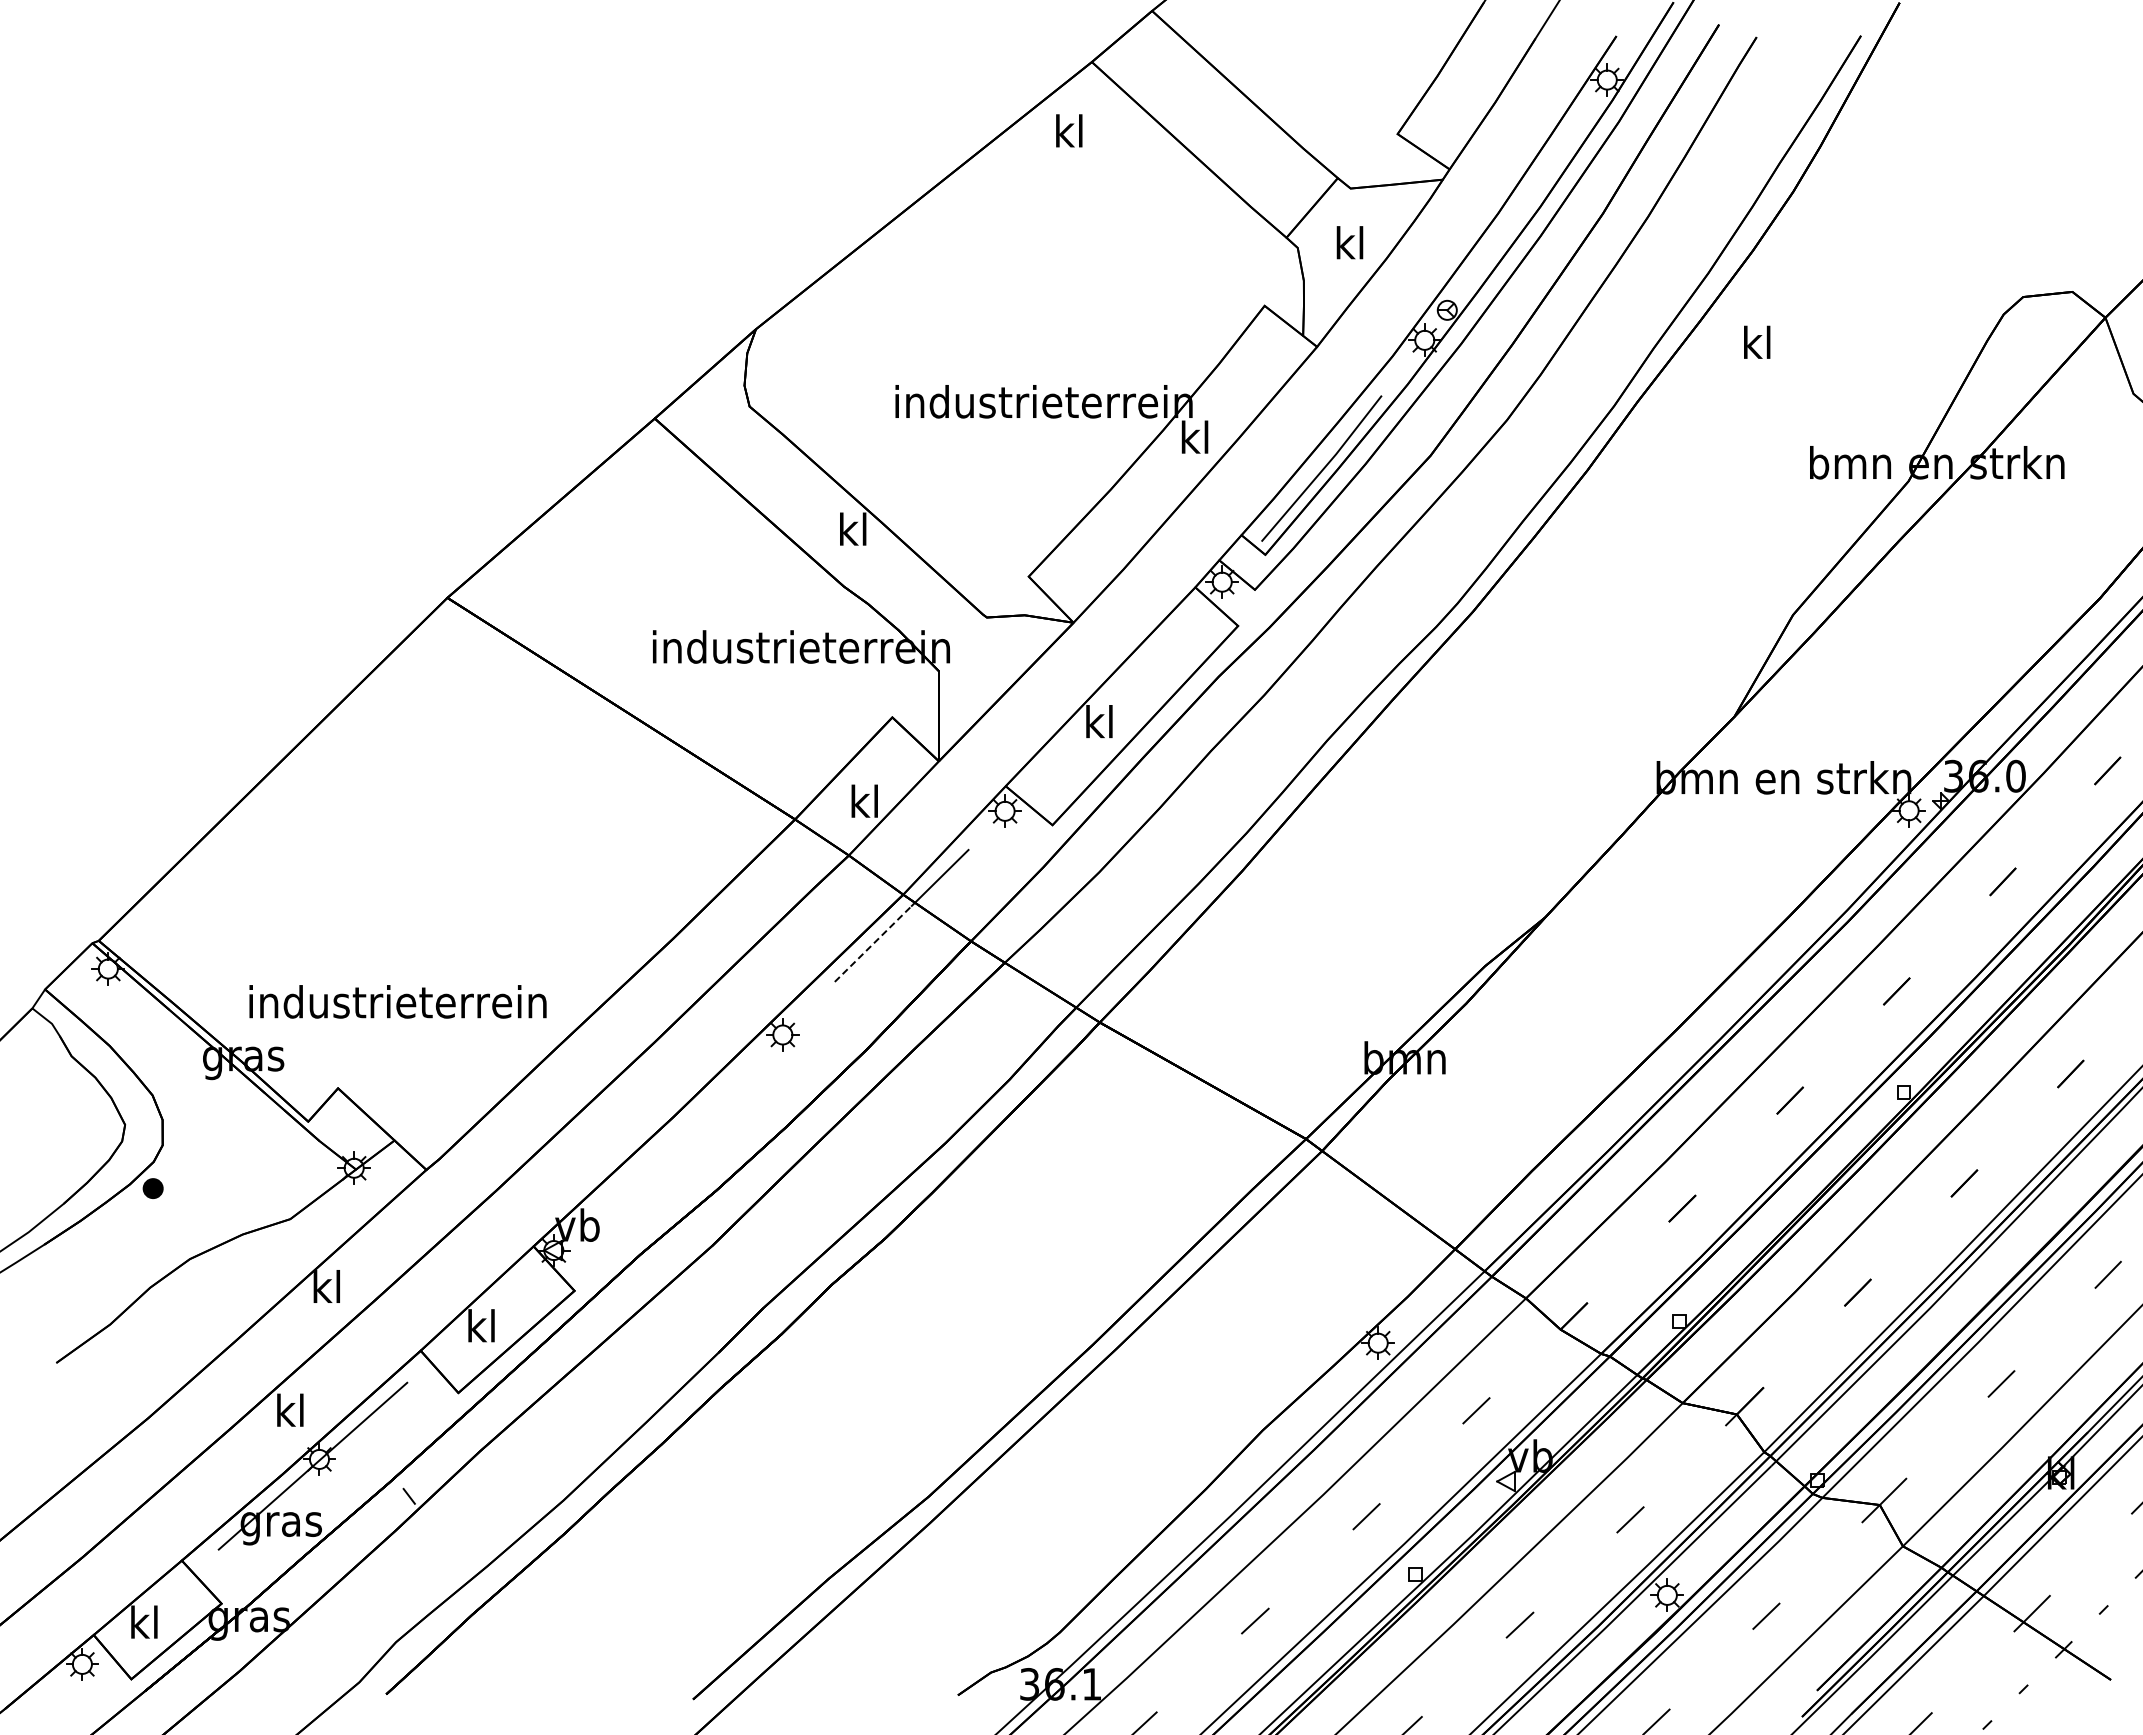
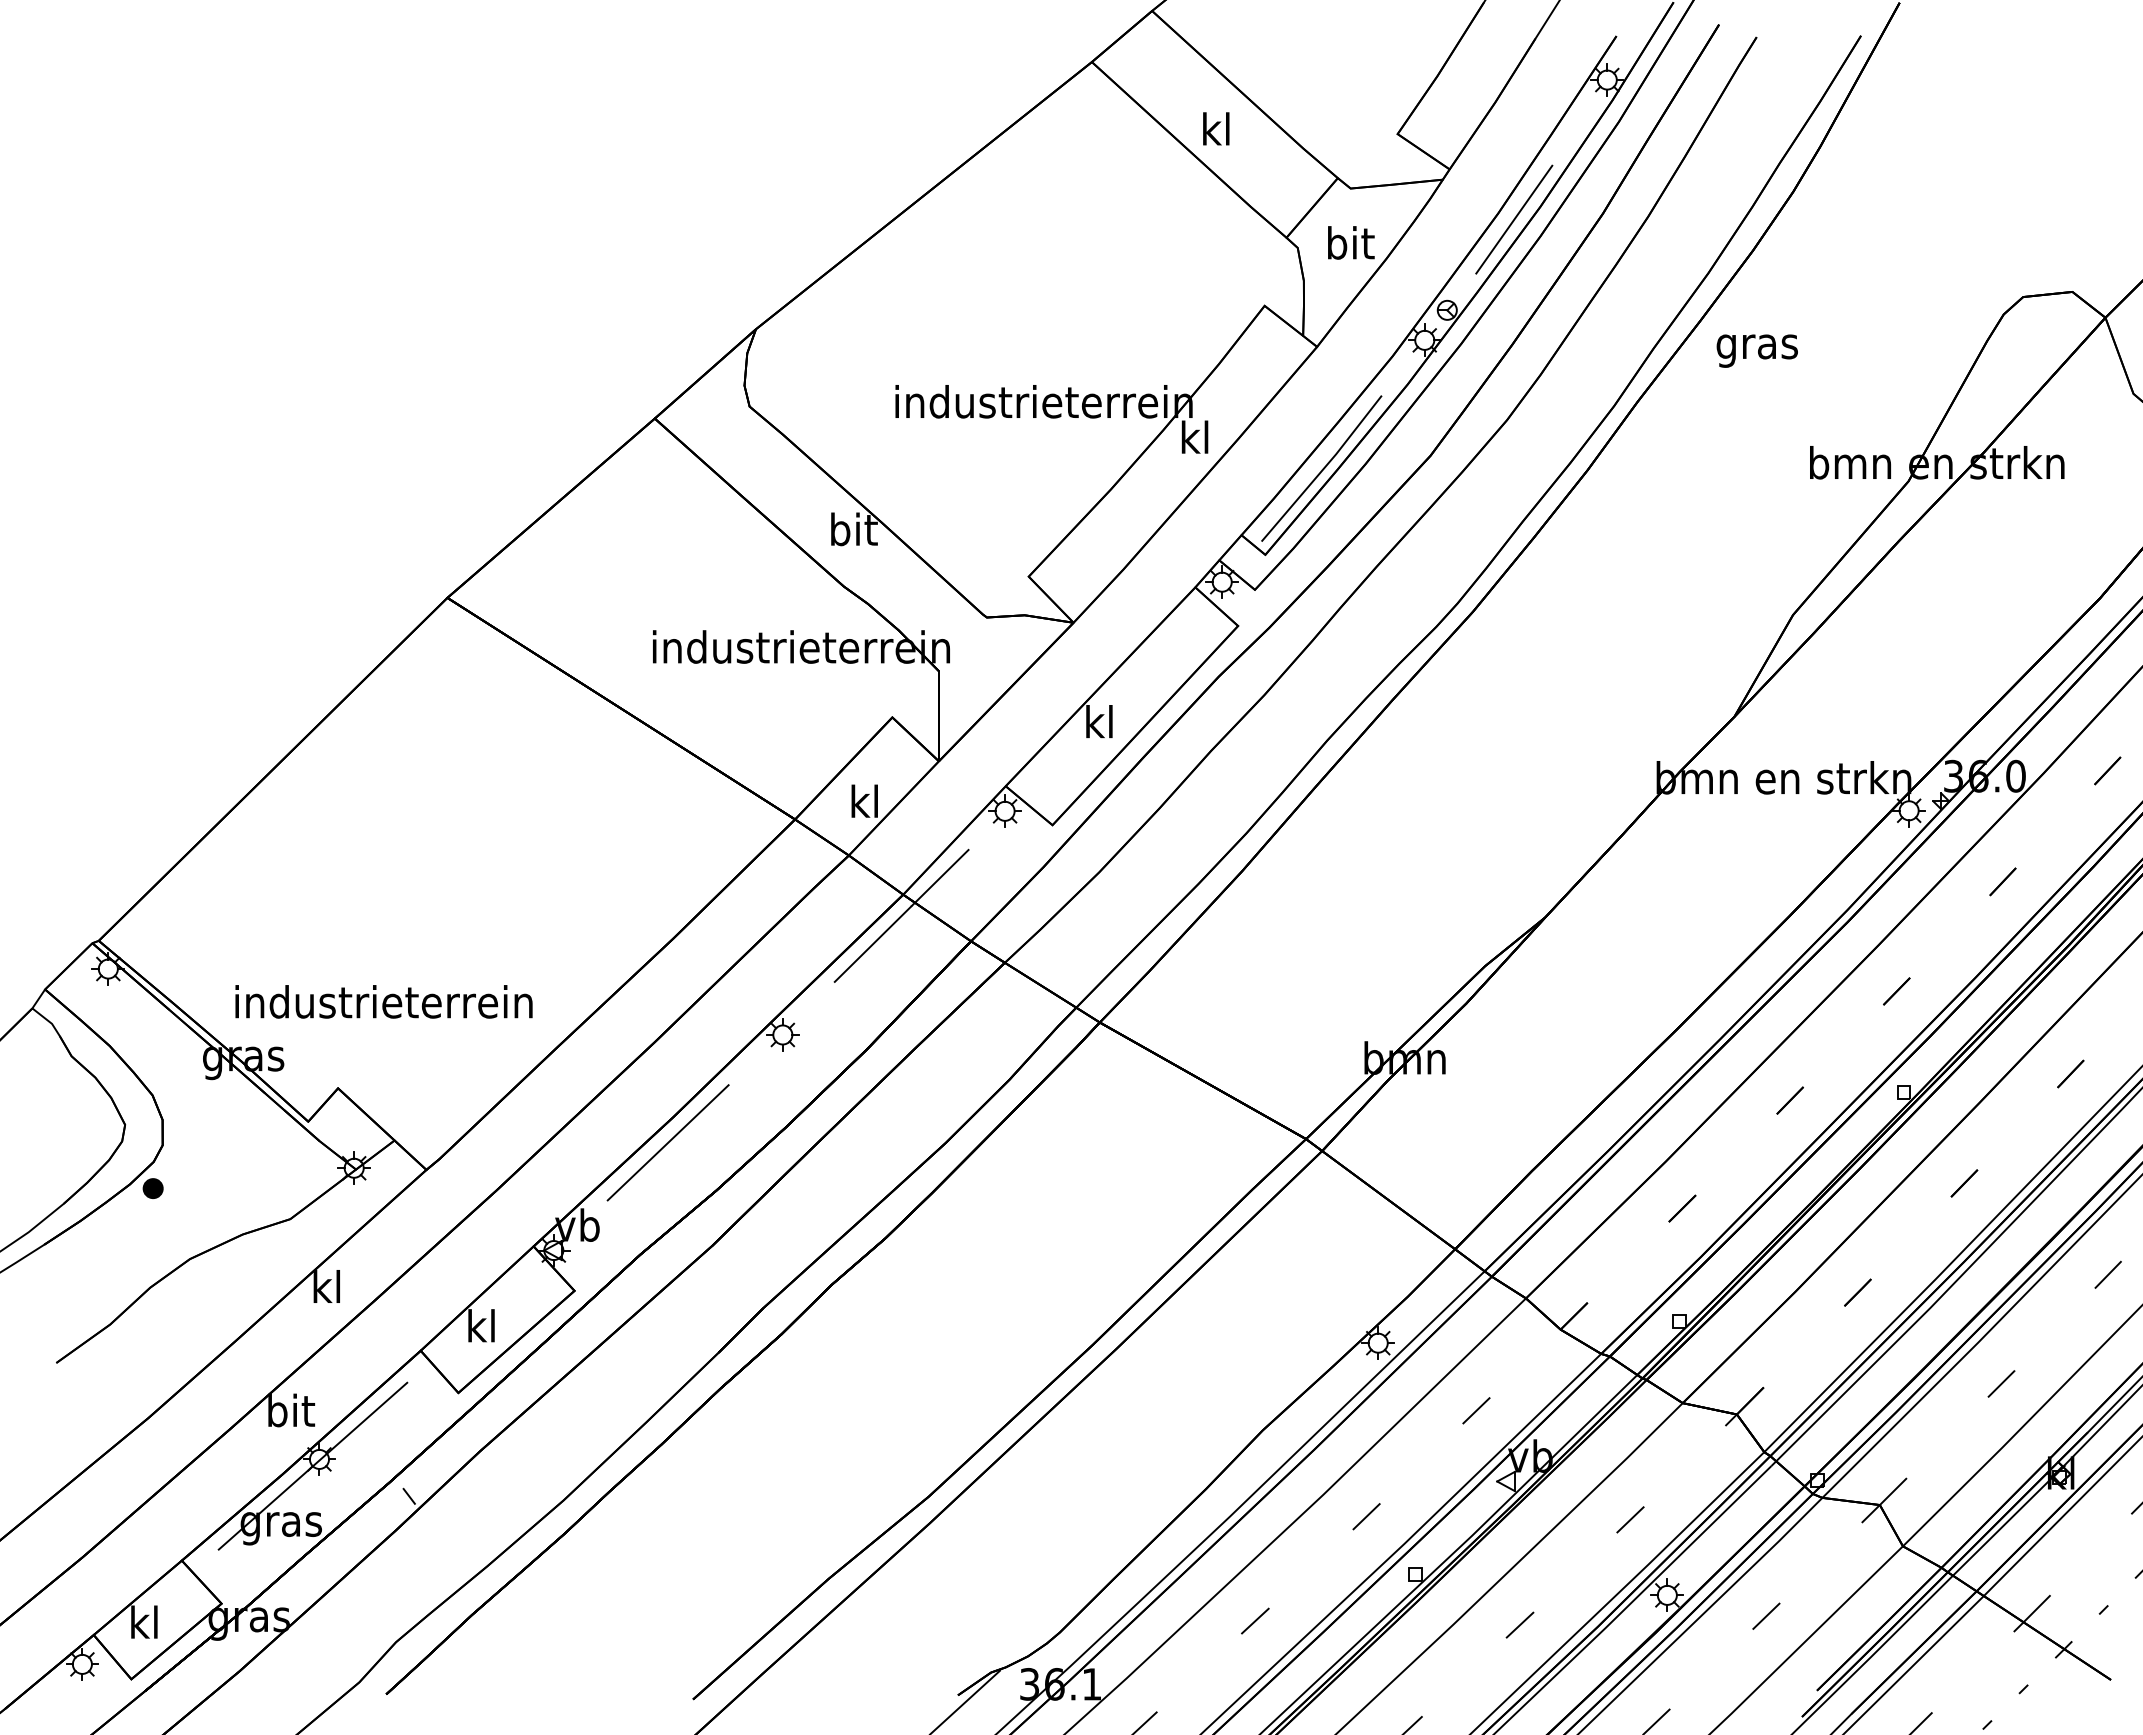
text at (1069, 130) position: (1069, 130) -> (1216, 128)
line at (1514, 219): none -> present
text at (1351, 242): kl -> bit
text at (1756, 346): kl -> gras
text at (854, 529): kl -> bit
line at (873, 944): dashed -> solid
text at (397, 1001) position: (397, 1001) -> (383, 1001)
line at (667, 1142): none -> present
text at (291, 1410): kl -> bit
line at (966, 1700): none -> present
